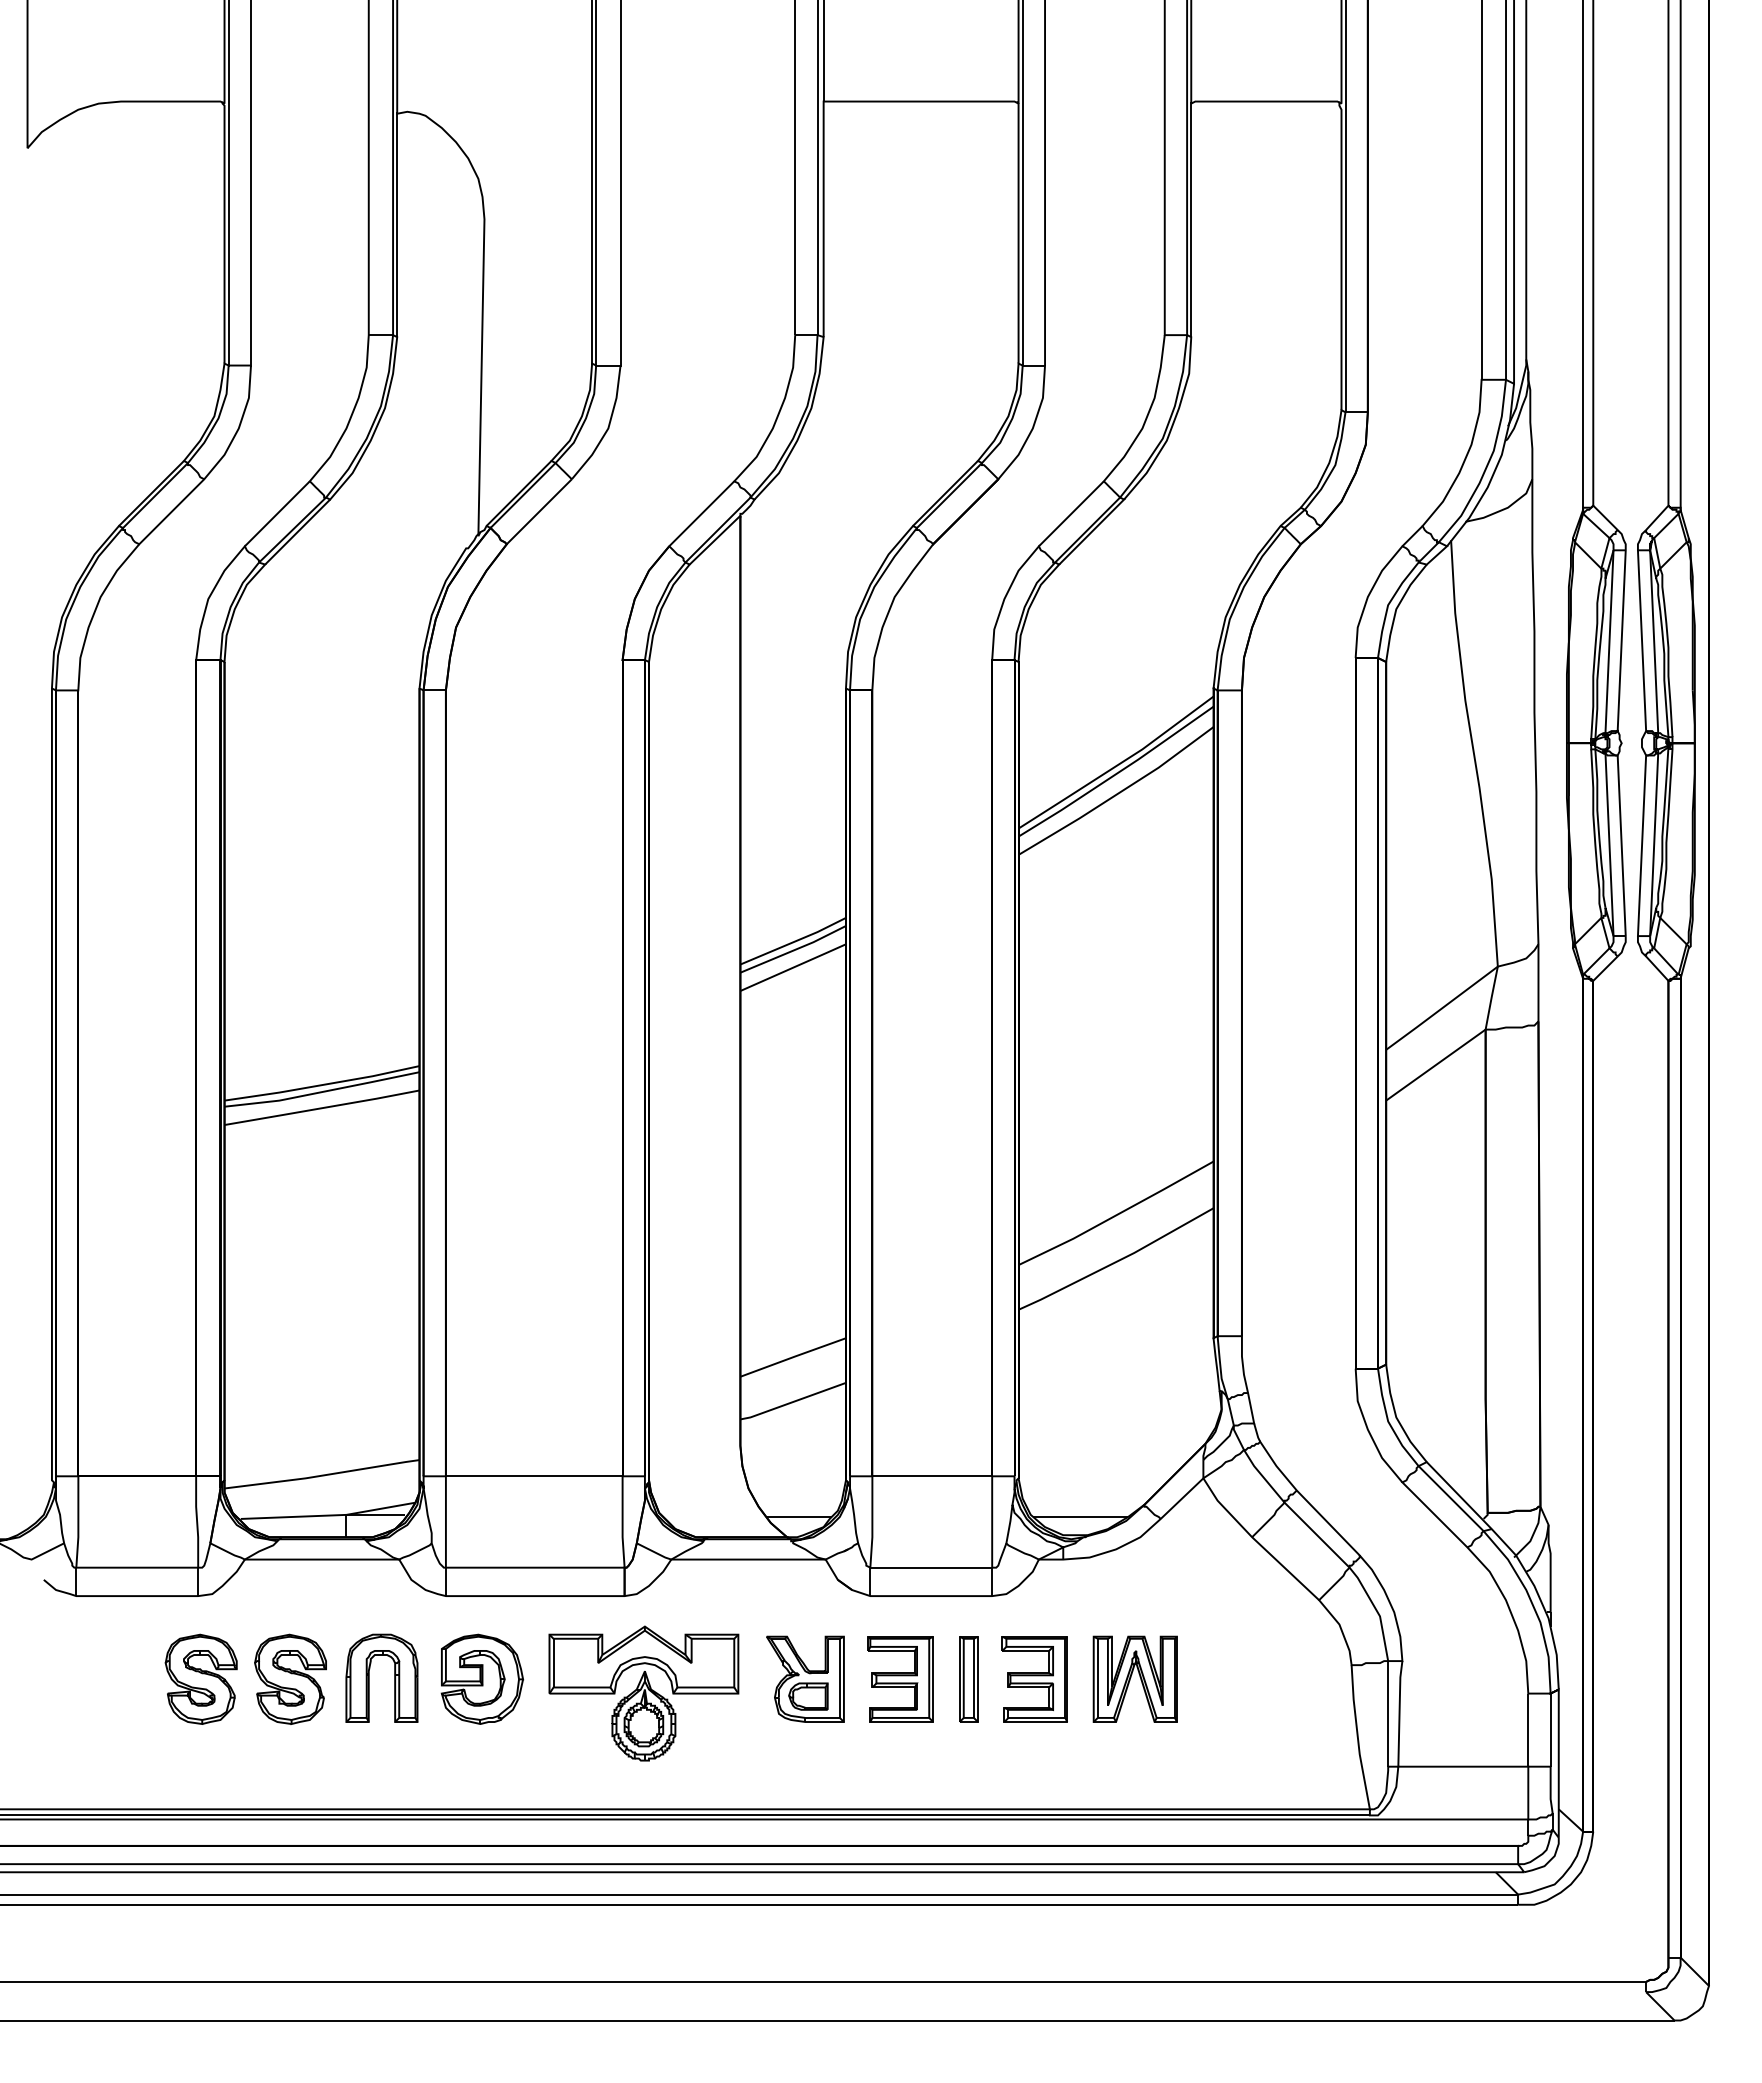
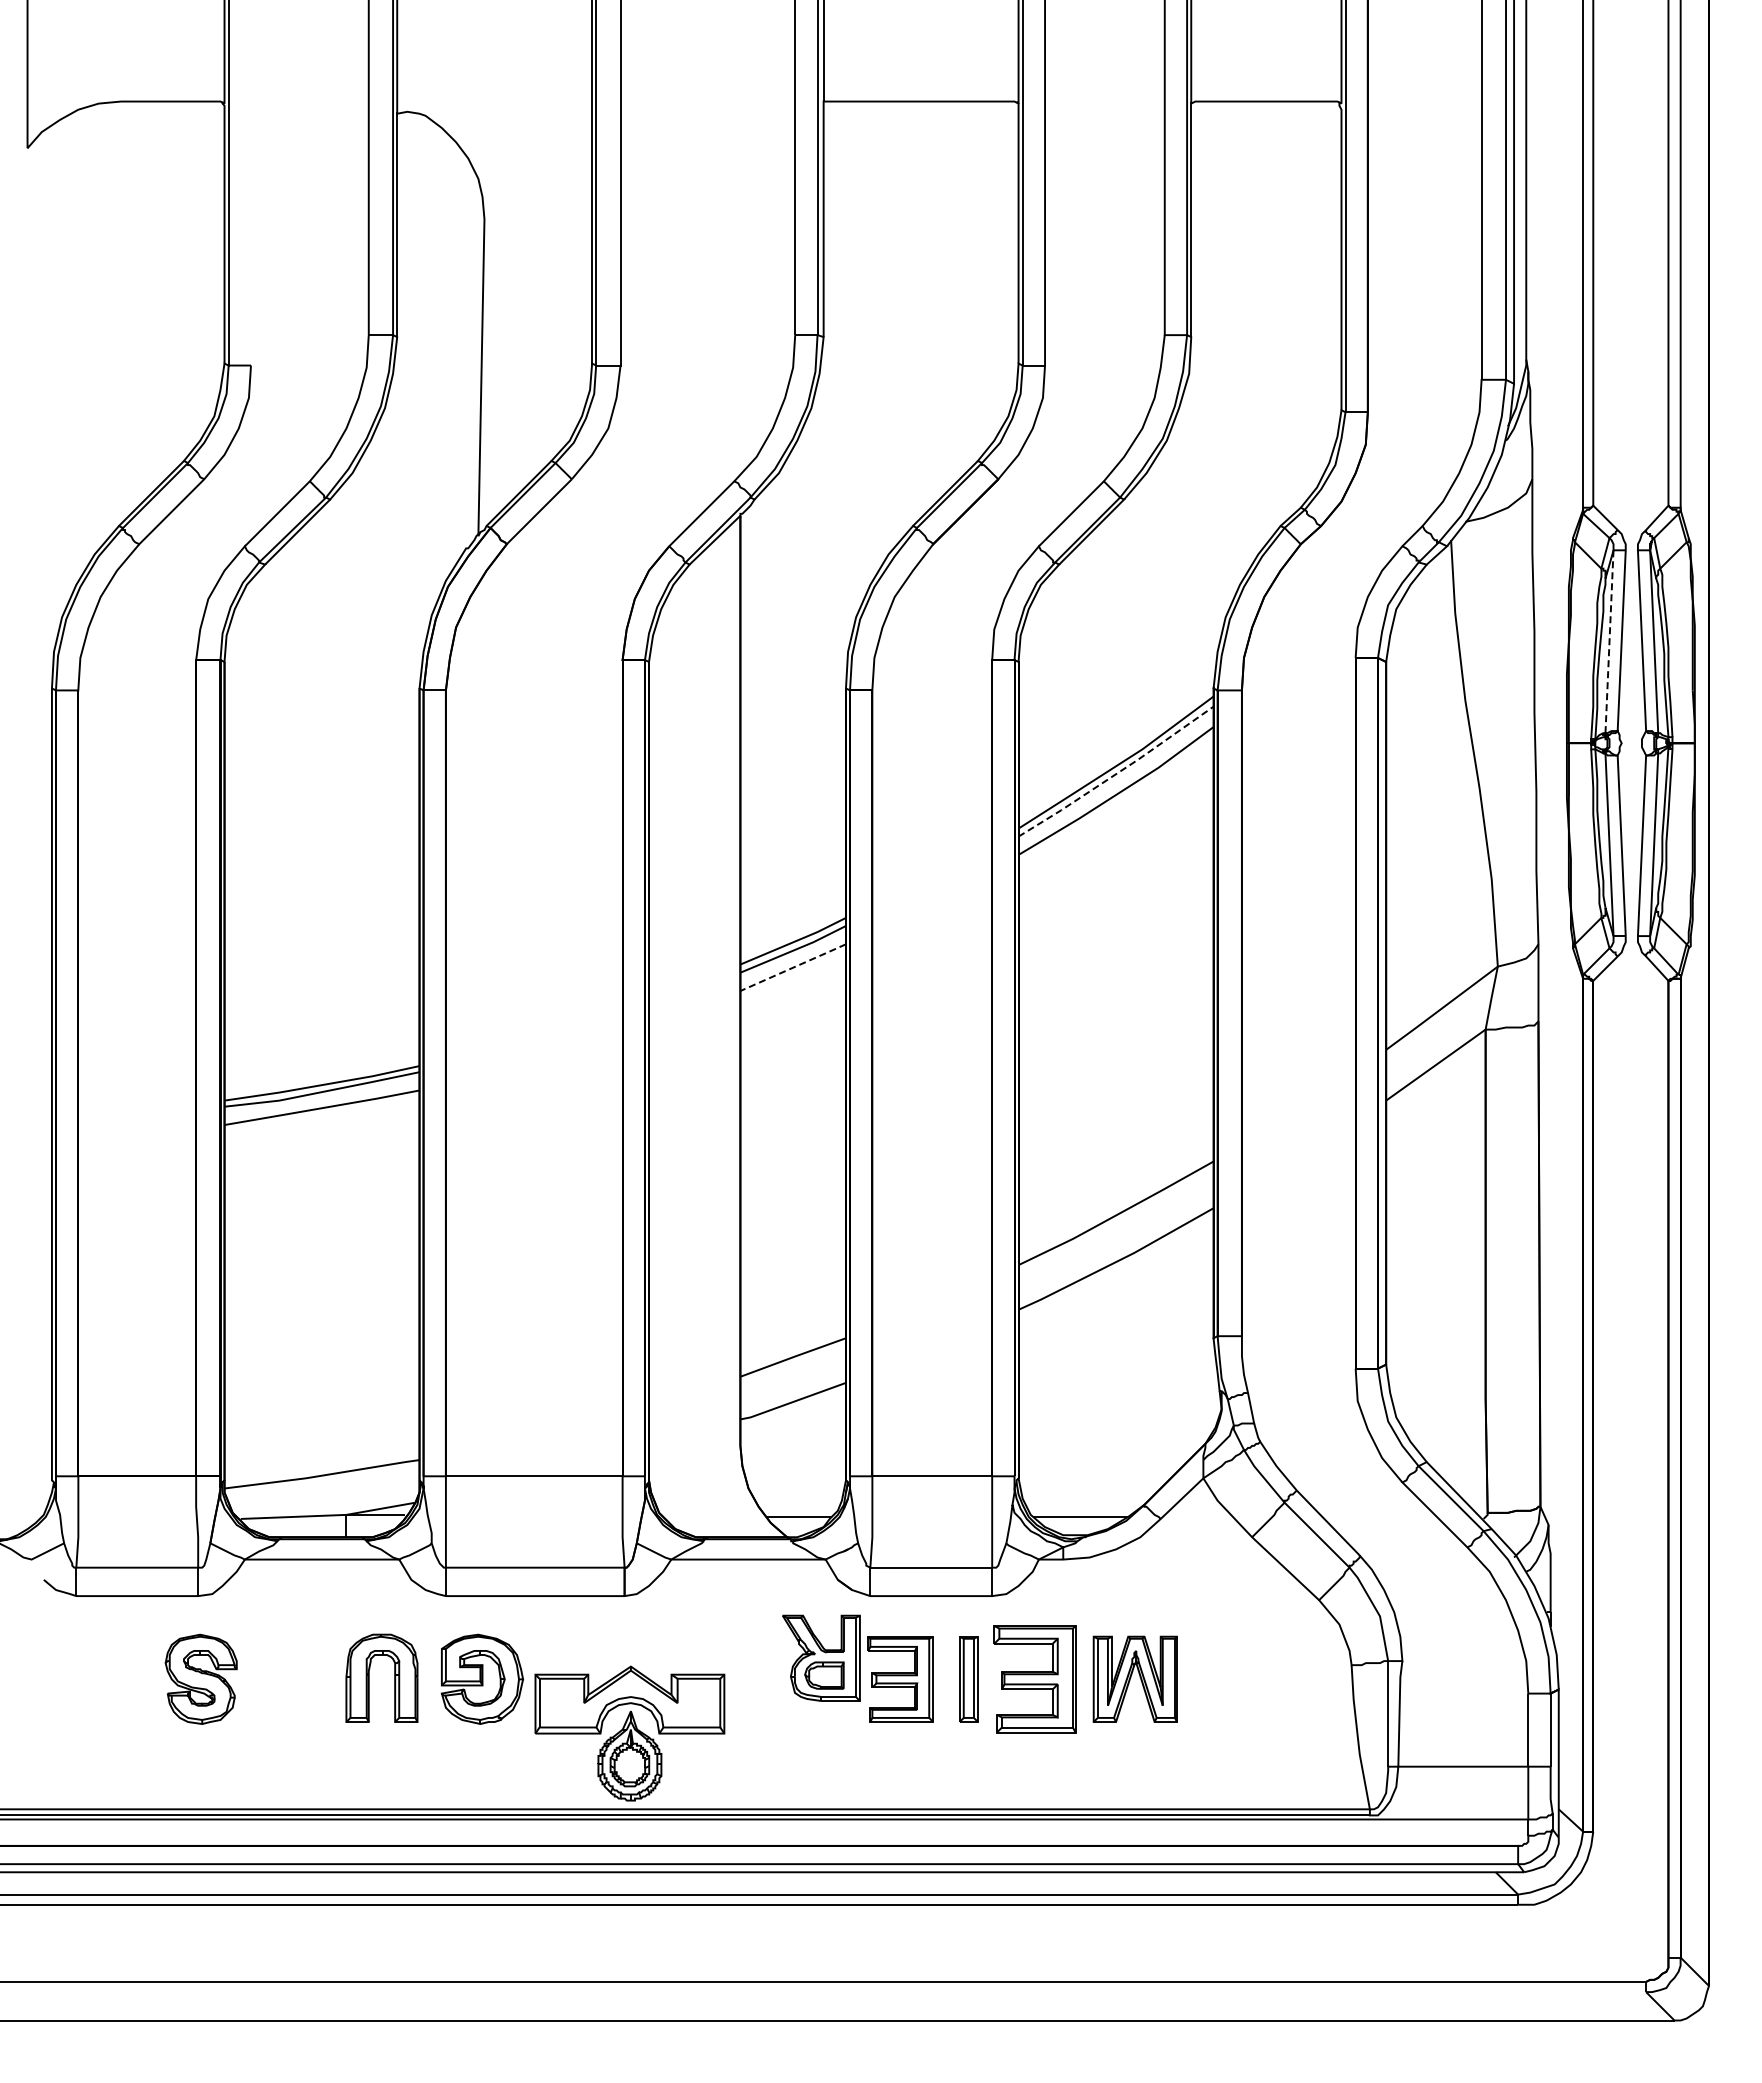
line at (251, 183): present -> none
line at (1609, 641): solid -> dashed
line at (1116, 773): solid -> dashed
line at (794, 967): solid -> dashed
part at (290, 1678): present -> none
part at (805, 1678) position: (805, 1678) -> (821, 1657)
part at (1034, 1679) size: 67x87 px -> 84x109 px
part at (643, 1693) position: (643, 1693) -> (629, 1733)
